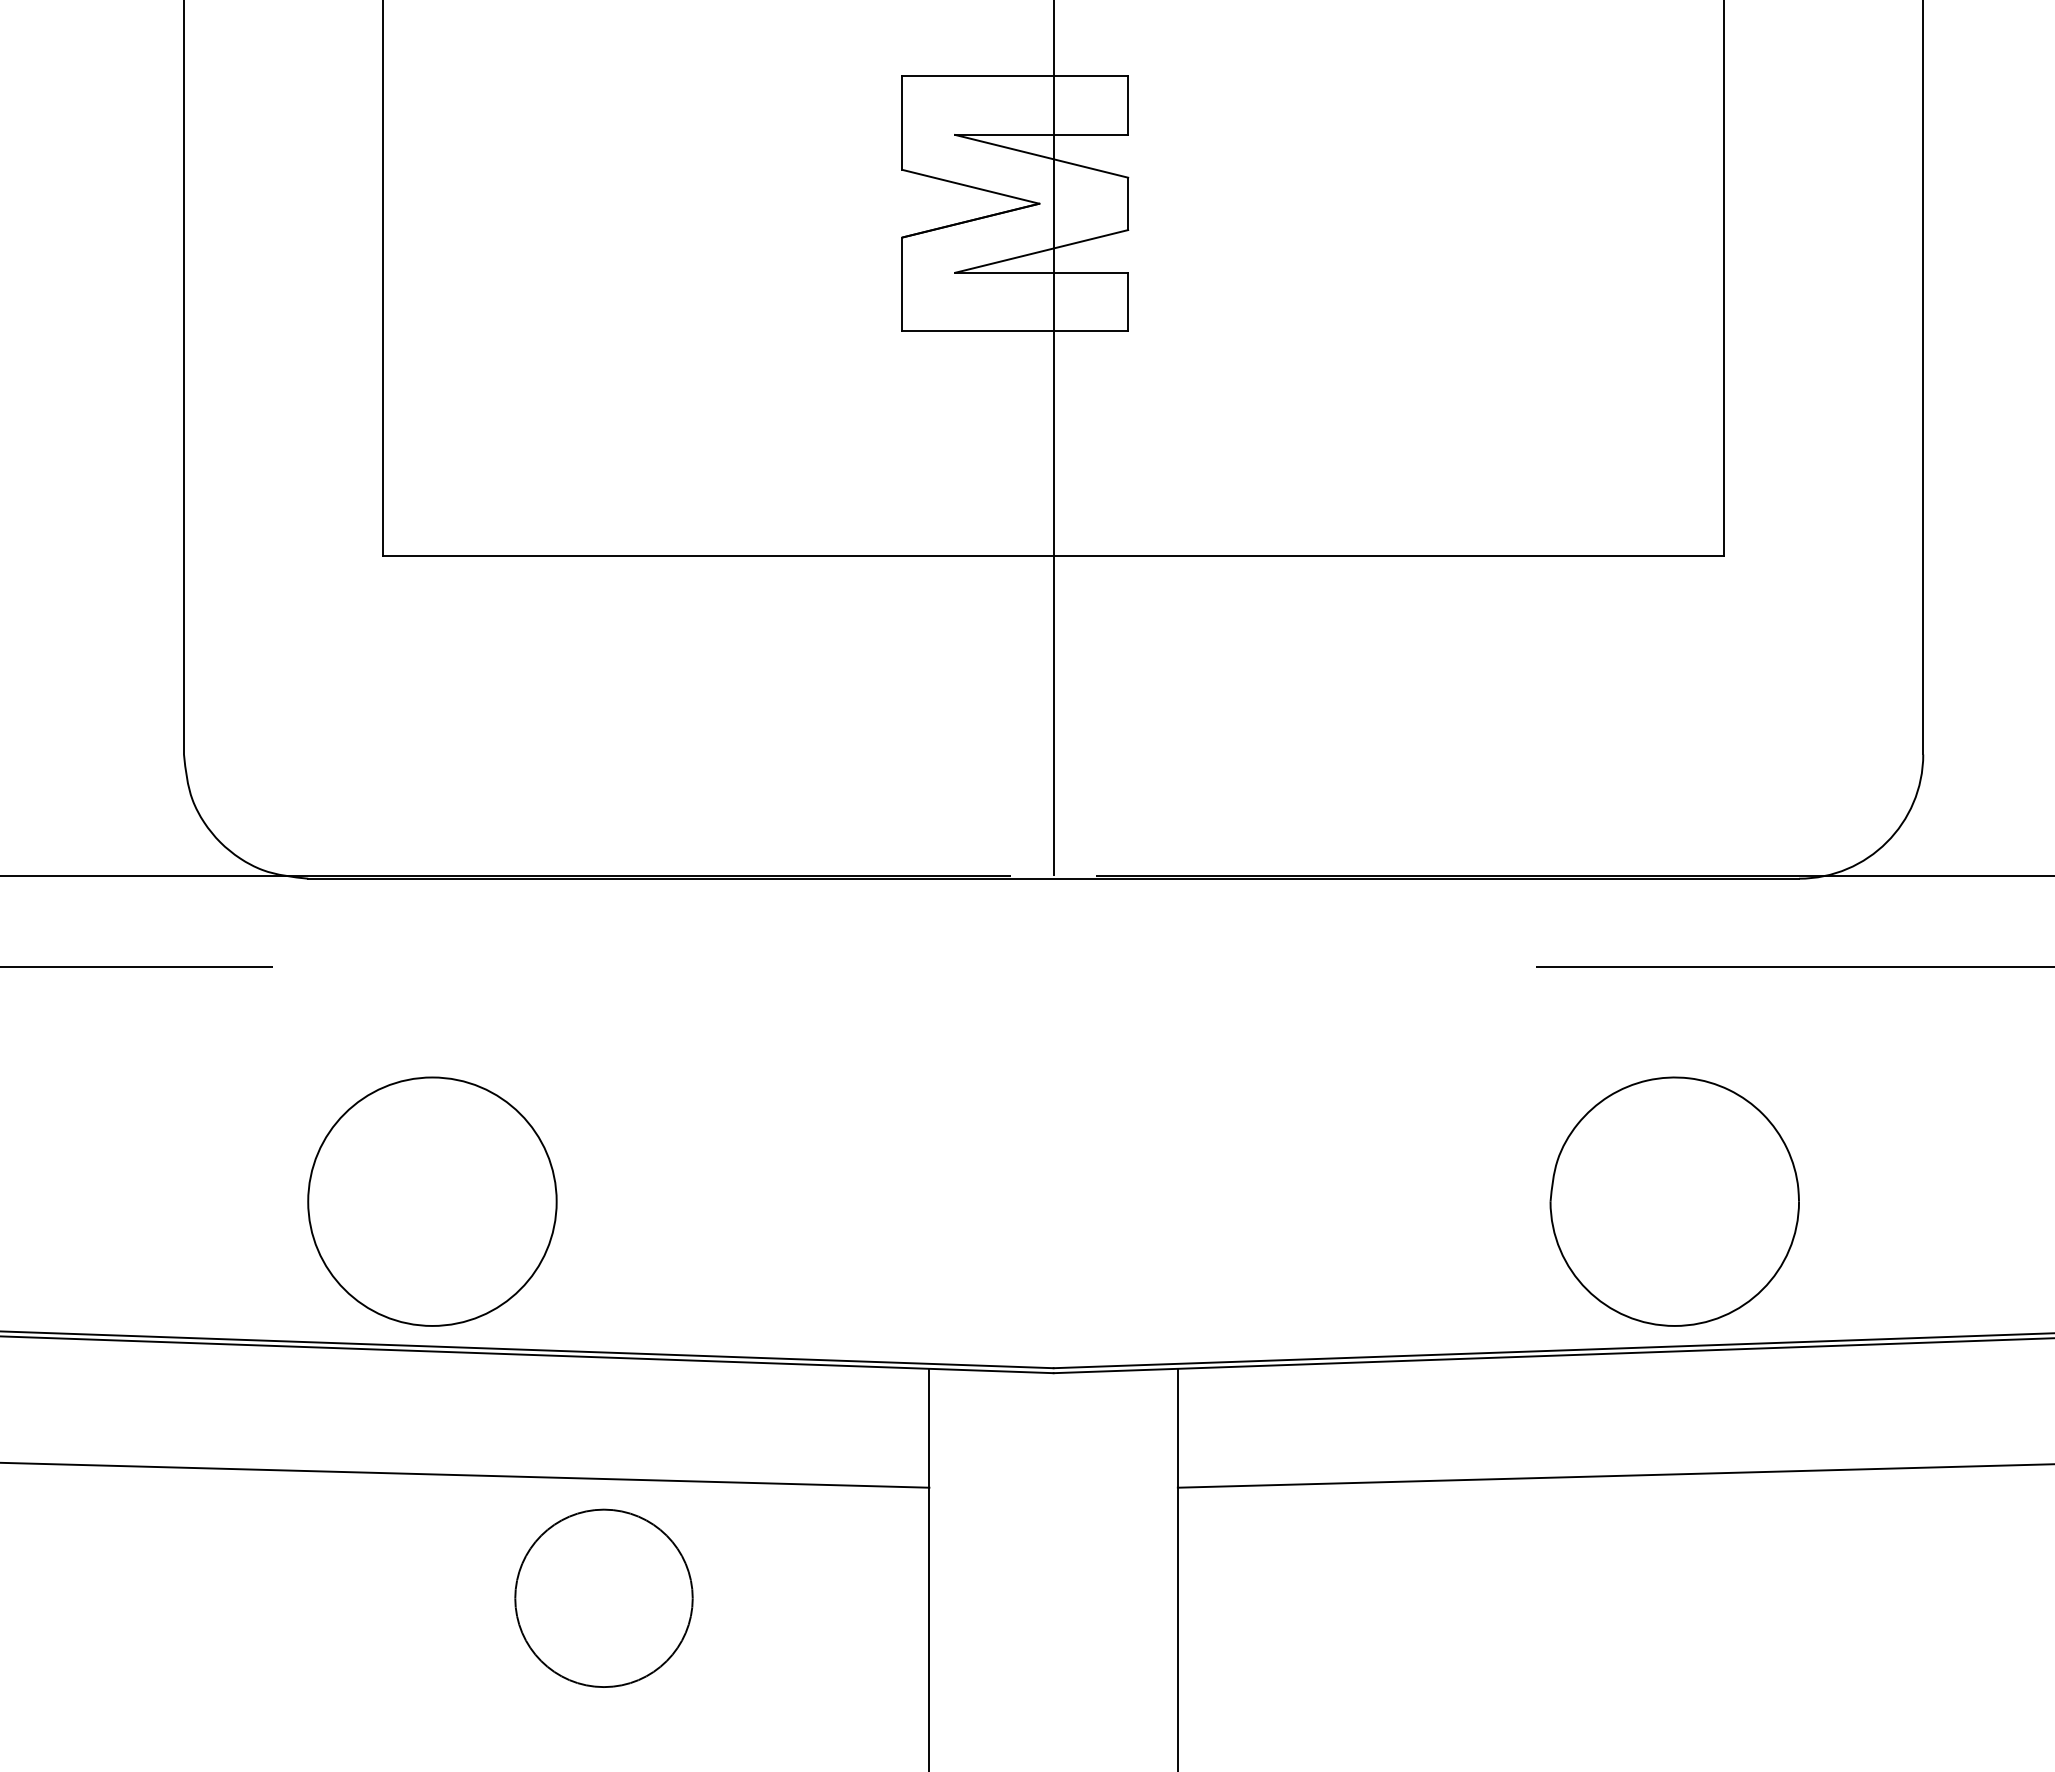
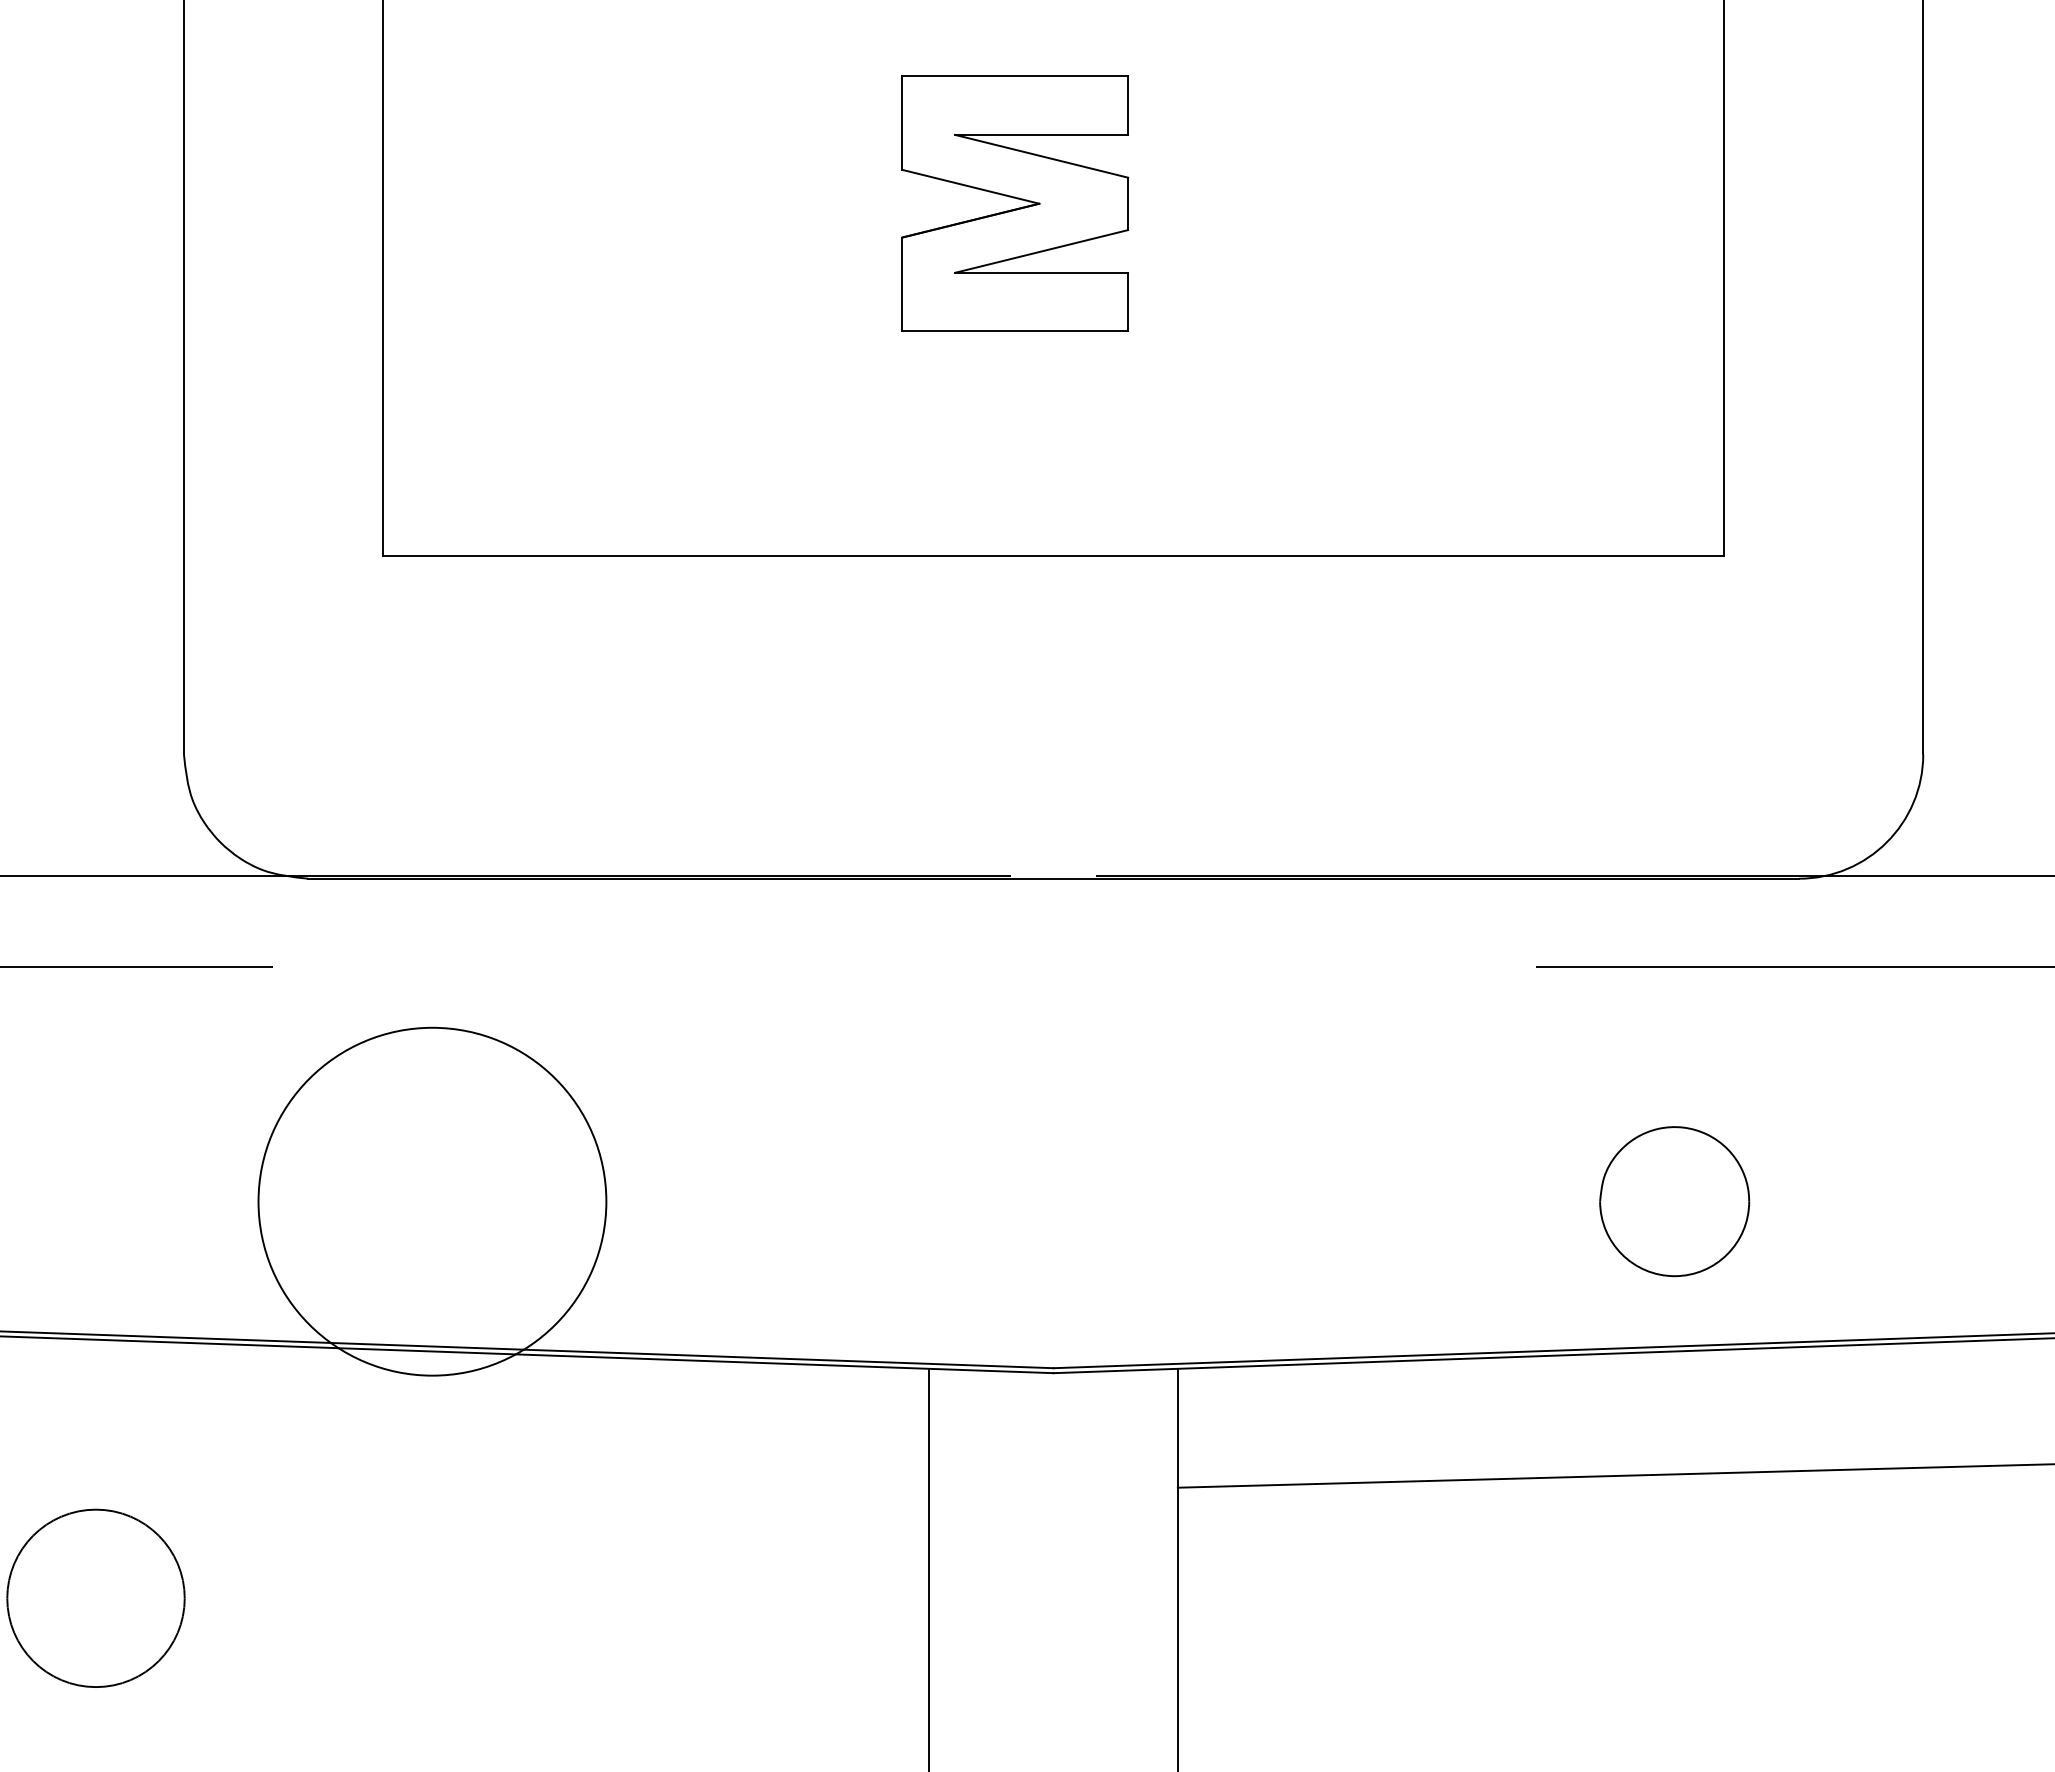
line at (1053, 439): present -> none
circle at (432, 1201) diameter: 248 px -> 348 px
part at (1674, 1201) size: 251x251 px -> 152x152 px
line at (465, 1474): present -> none
circle at (603, 1597) position: (603, 1597) -> (95, 1597)
